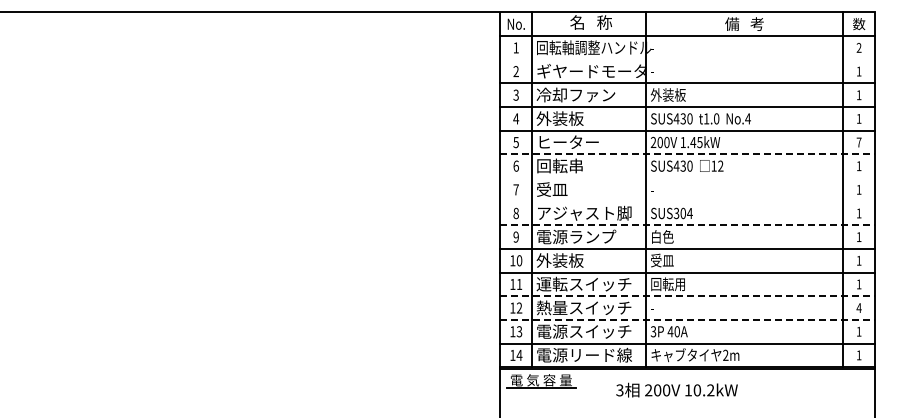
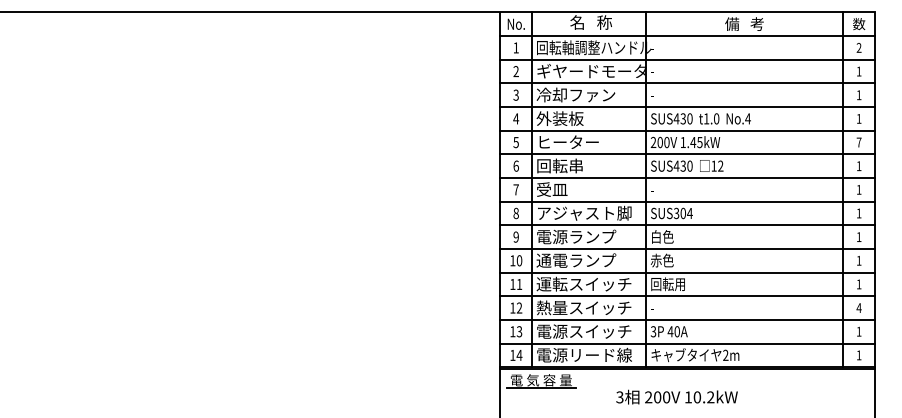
line at (687, 59): none -> present
text at (667, 94): 外装板 -> -
line at (688, 154): dashed -> solid
line at (687, 178): none -> present
line at (687, 201): none -> present
line at (688, 225): dashed -> solid
text at (576, 260): 外装板 -> 通電ランプ
text at (661, 260): 受皿 -> 赤色
line at (688, 296): dashed -> solid
line at (688, 319): dashed -> solid
text at (676, 389) position: (676, 389) -> (676, 396)
